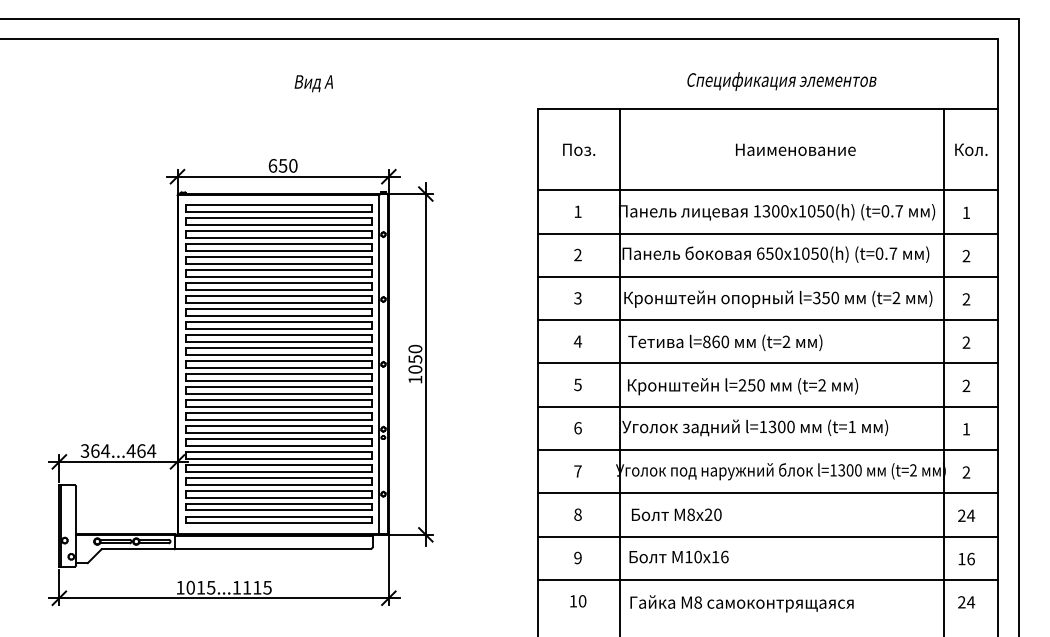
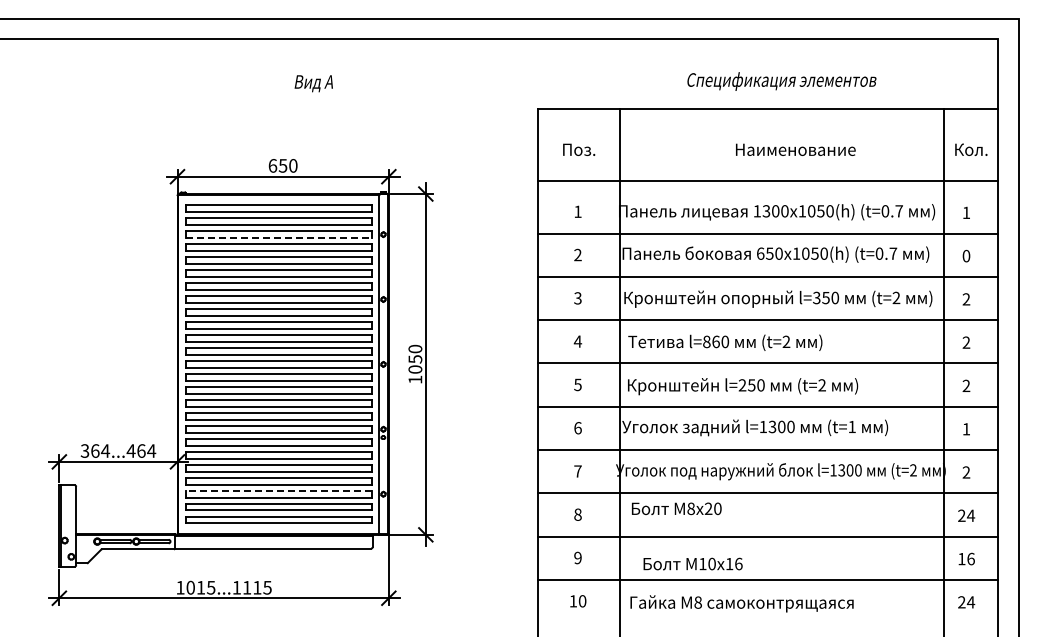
line at (768, 190) position: (768, 190) -> (768, 181)
line at (279, 237): solid -> dashed
text at (966, 256): 2 -> 0
line at (278, 491): solid -> dashed
text at (676, 514) position: (676, 514) -> (676, 508)
text at (678, 556) position: (678, 556) -> (692, 563)
